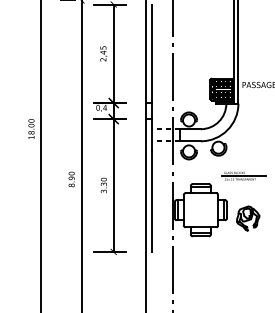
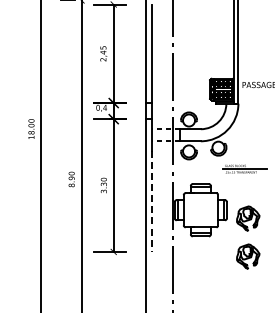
part at (243, 175) position: (243, 175) -> (244, 168)
line at (151, 202): solid -> dashed
part at (248, 256): none -> present
